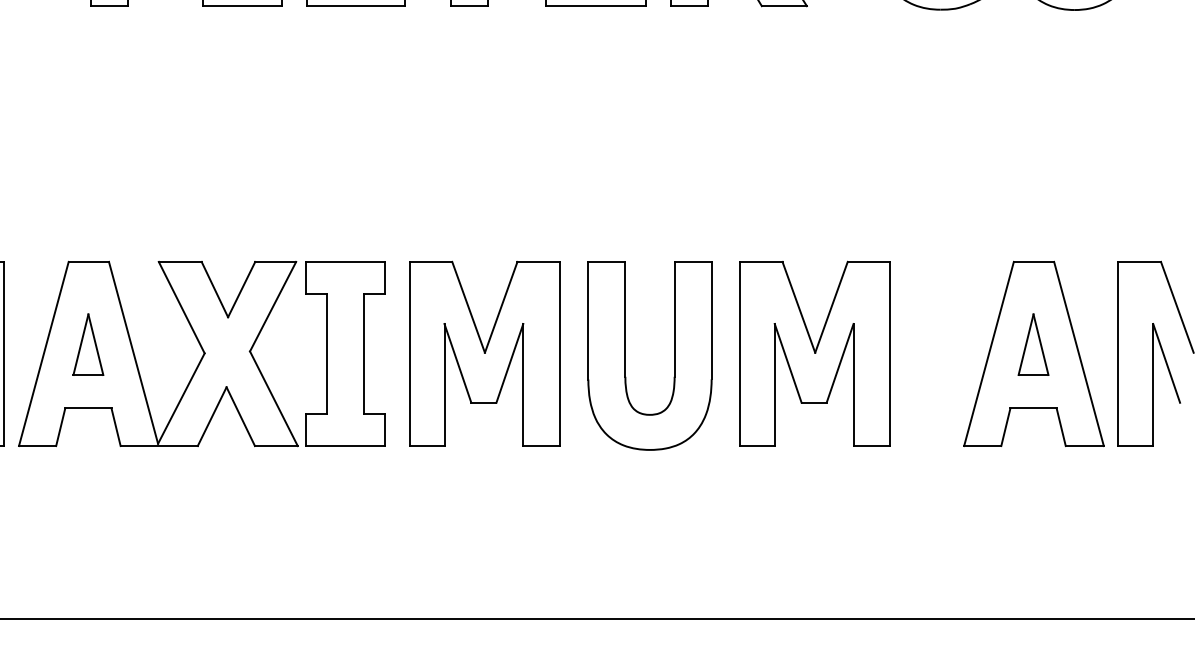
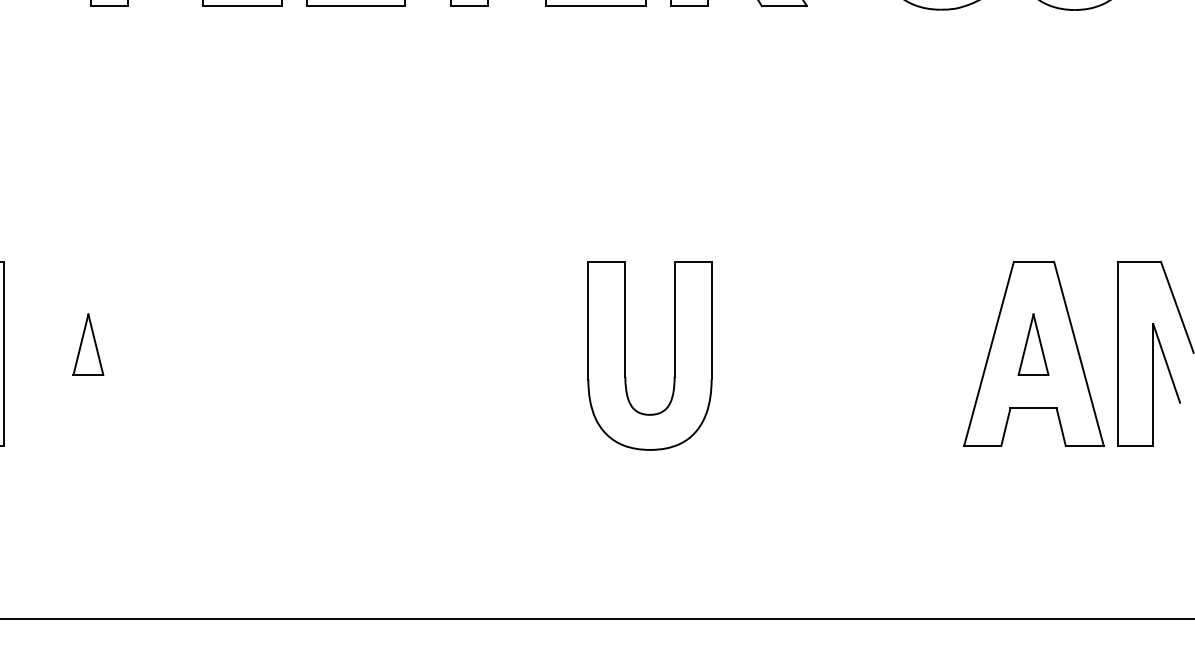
part at (201, 353): present -> none
part at (484, 353): present -> none
part at (814, 353): present -> none
